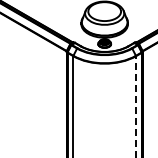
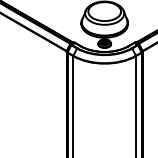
line at (136, 106): dashed -> solid
